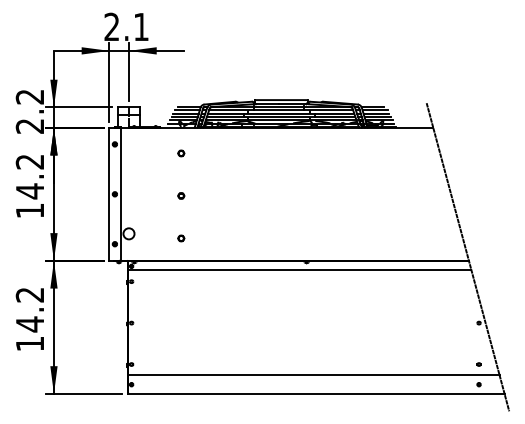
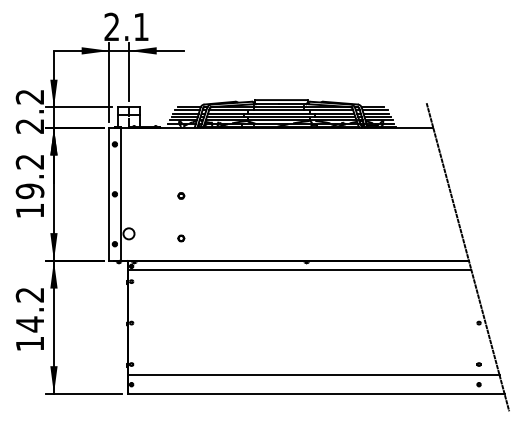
part at (181, 153): present -> none
text at (29, 191): 14.2 -> 19.2
